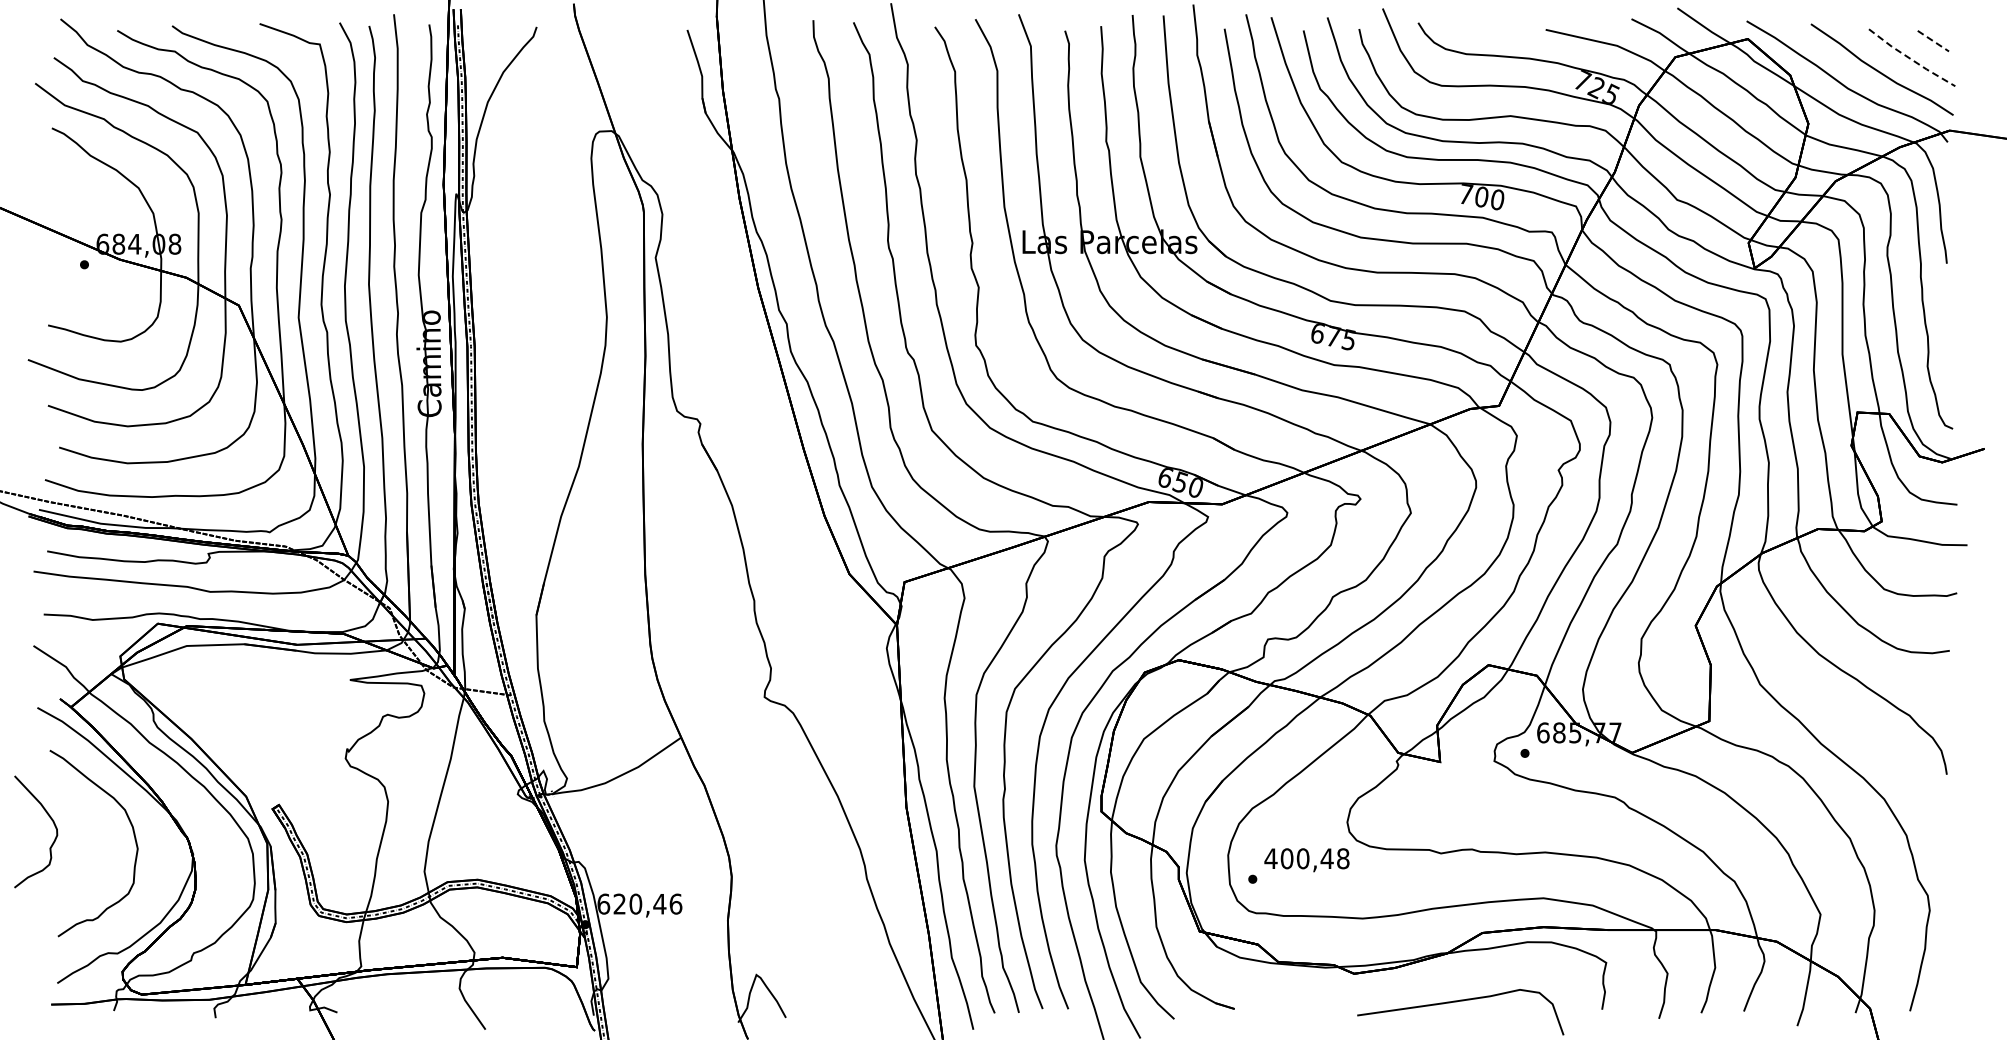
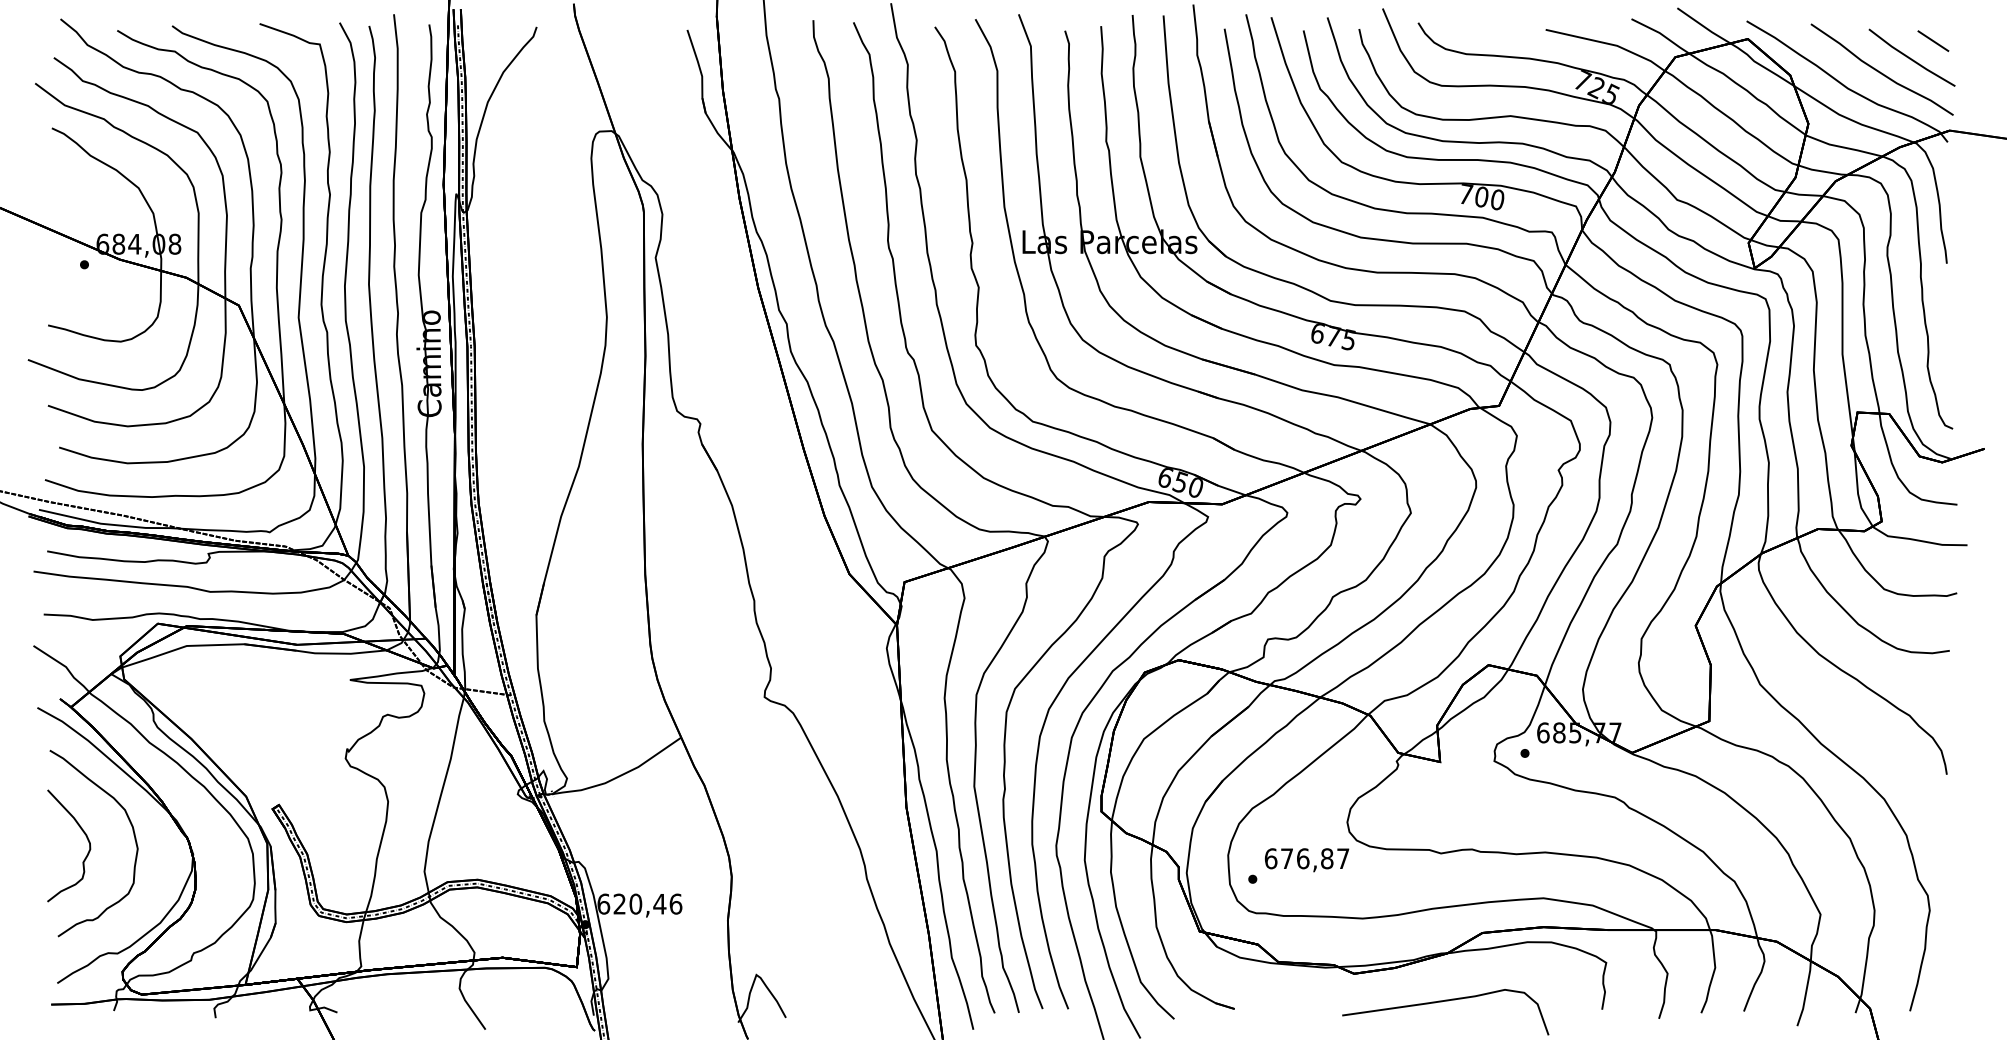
line at (1933, 41): dashed -> solid
line at (1911, 59): dashed -> solid
curve at (52, 822) position: (52, 822) -> (85, 836)
text at (1306, 858): 400,48 -> 676,87
curve at (1457, 1002) position: (1457, 1002) -> (1442, 1002)
